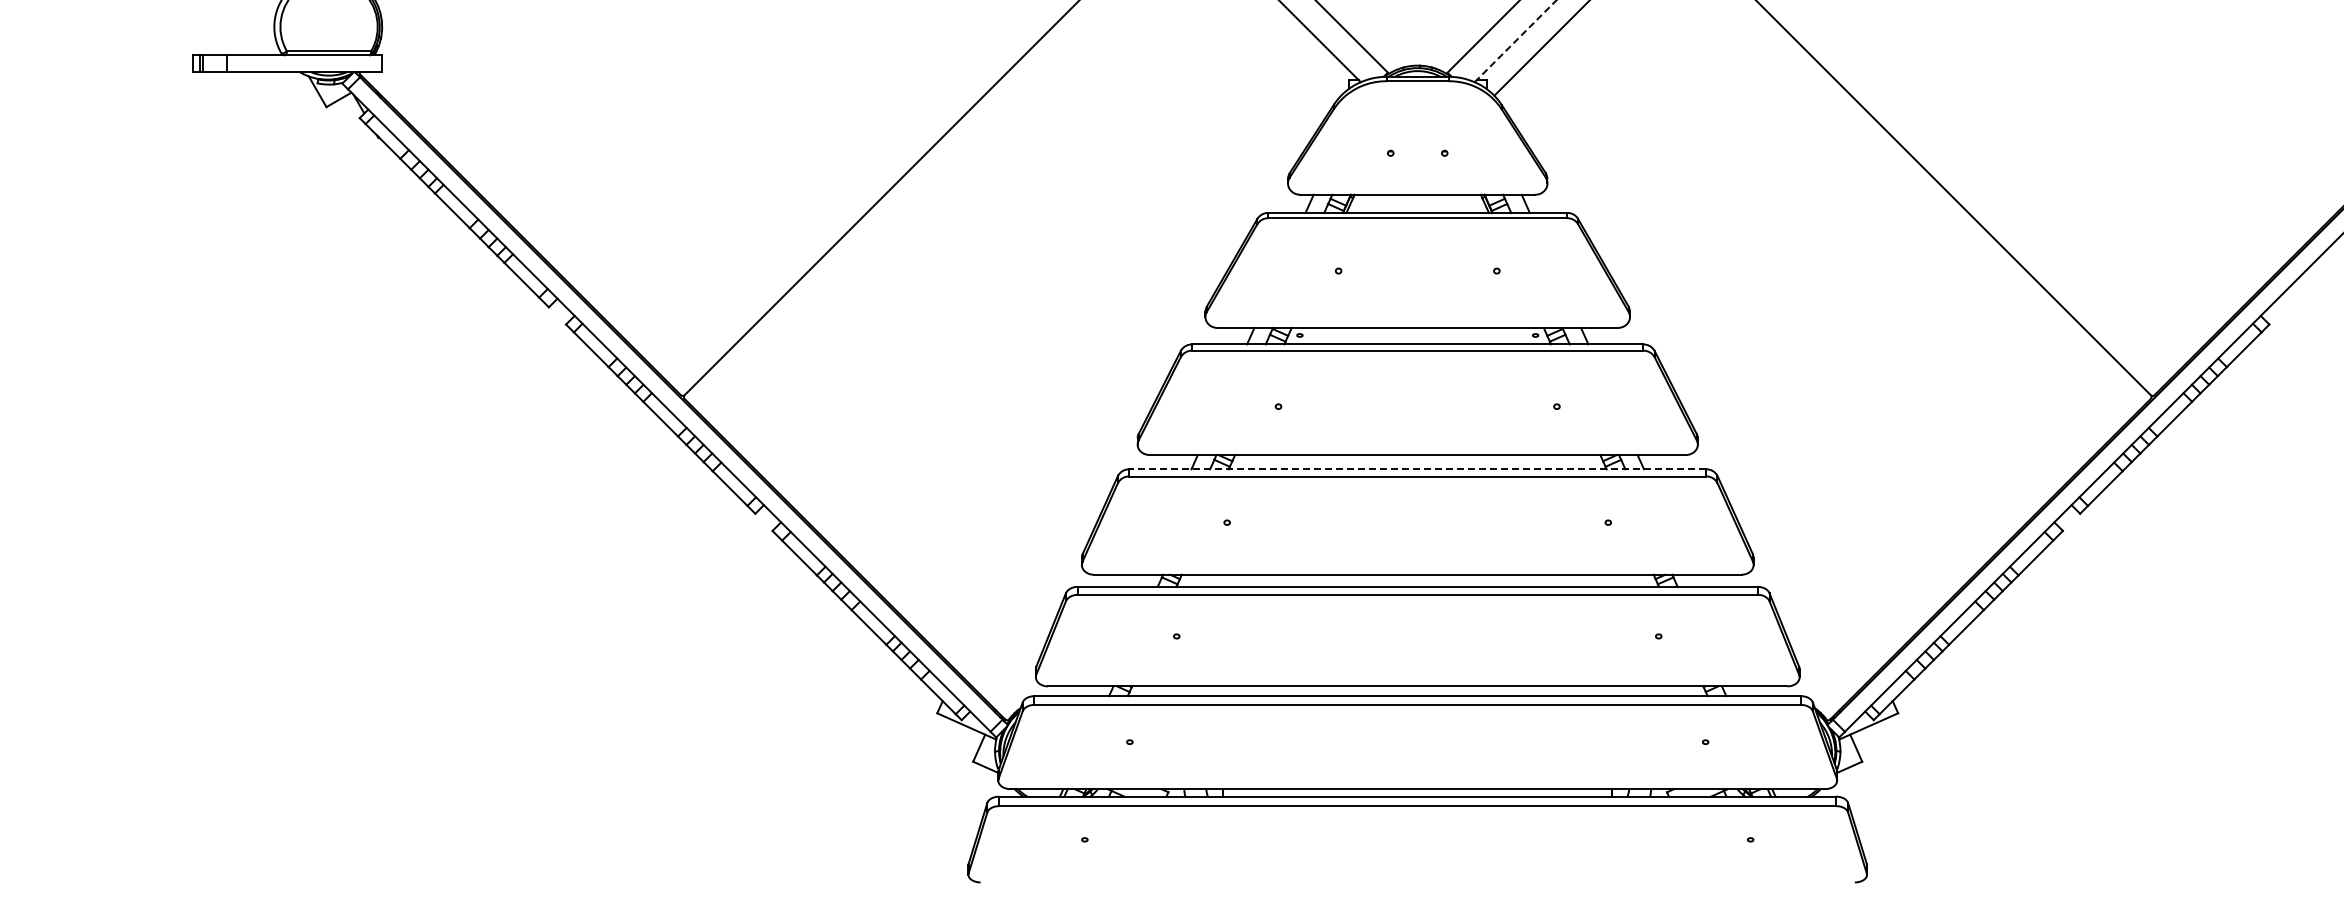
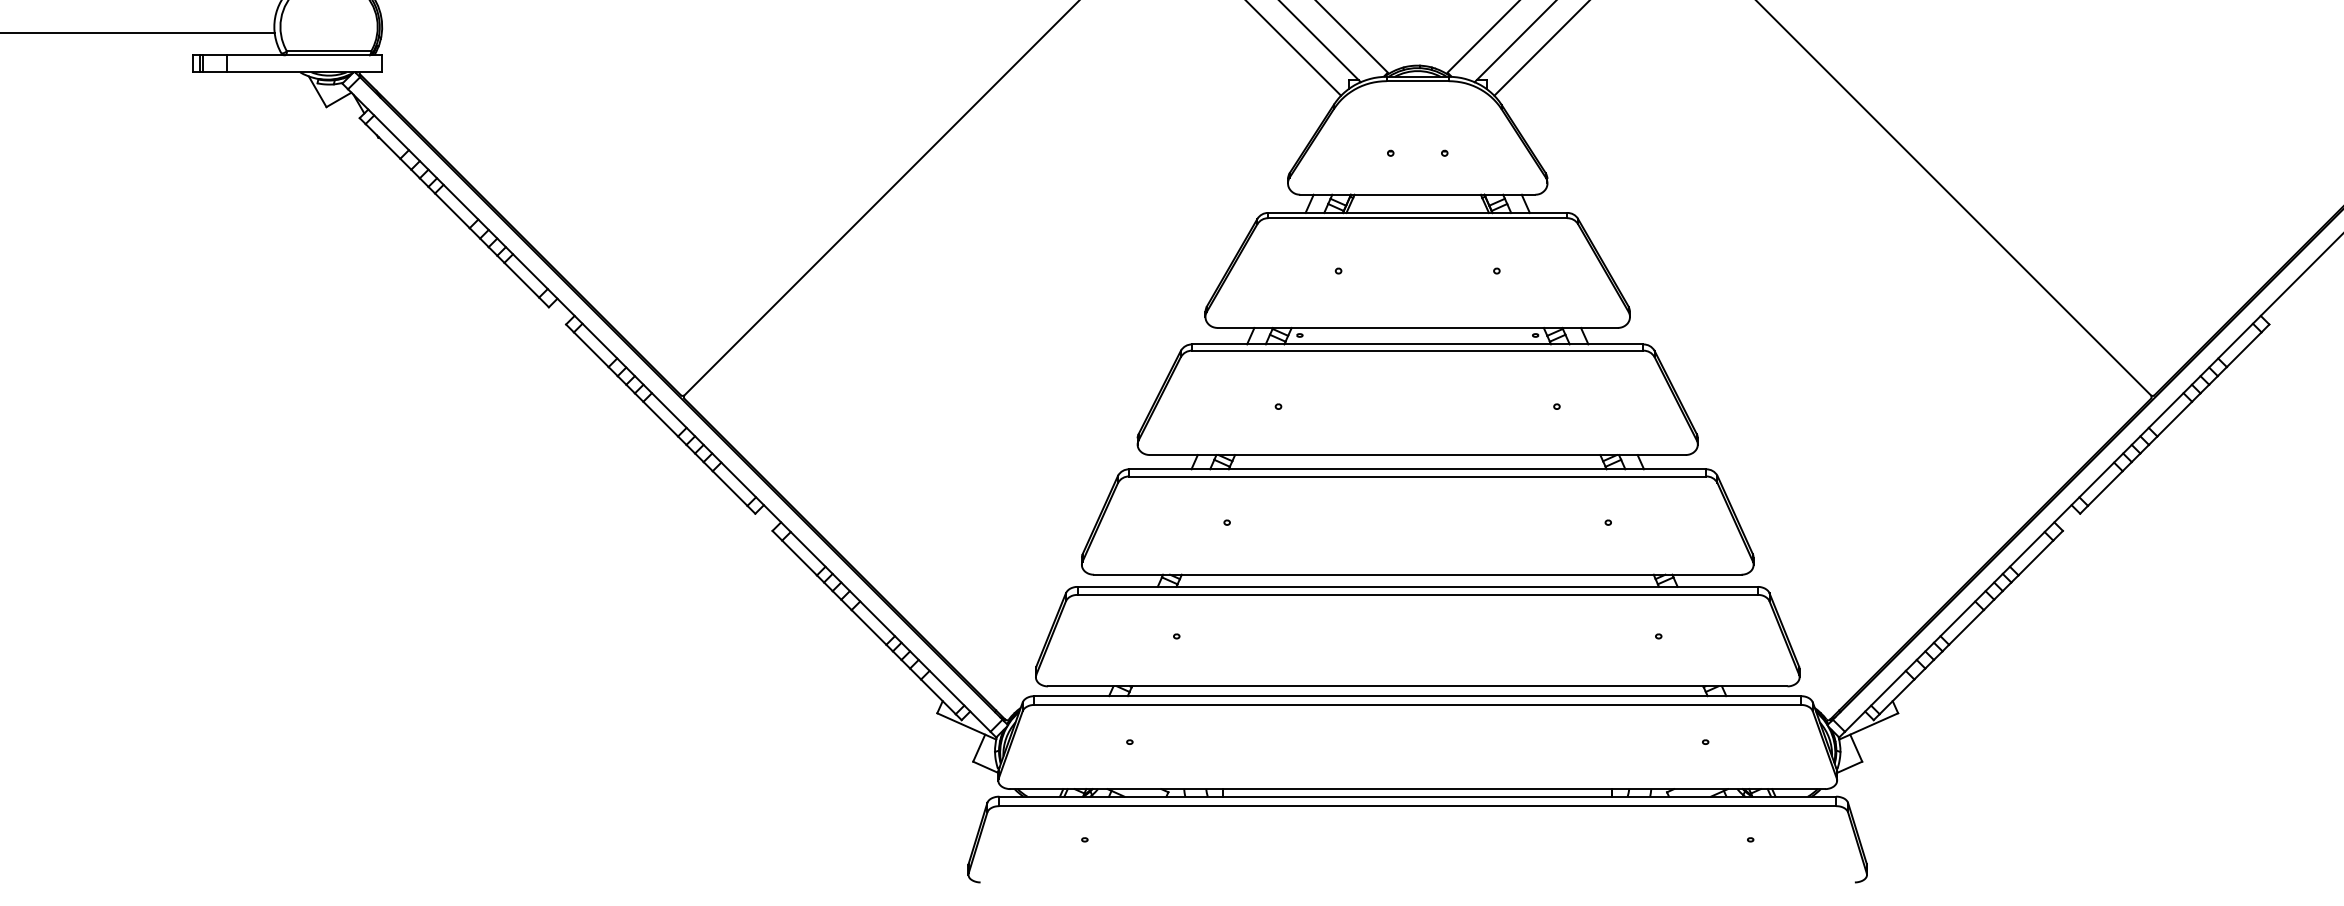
line at (138, 33): none -> present
line at (1515, 41): dashed -> solid
line at (1294, 48): none -> present
line at (1417, 469): dashed -> solid
